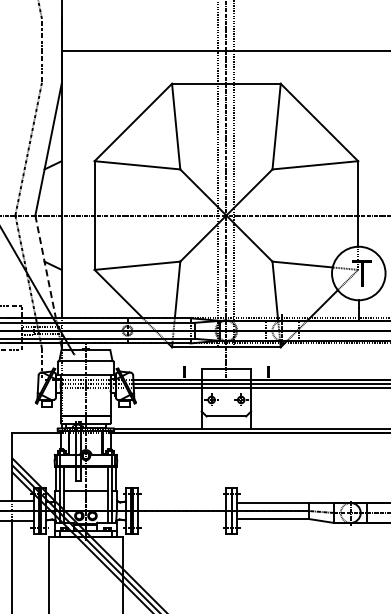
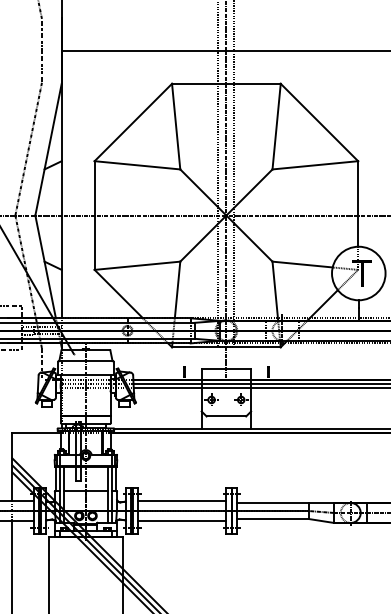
line at (45, 267): dashed -> solid
line at (181, 500): none -> present
line at (181, 521): none -> present
